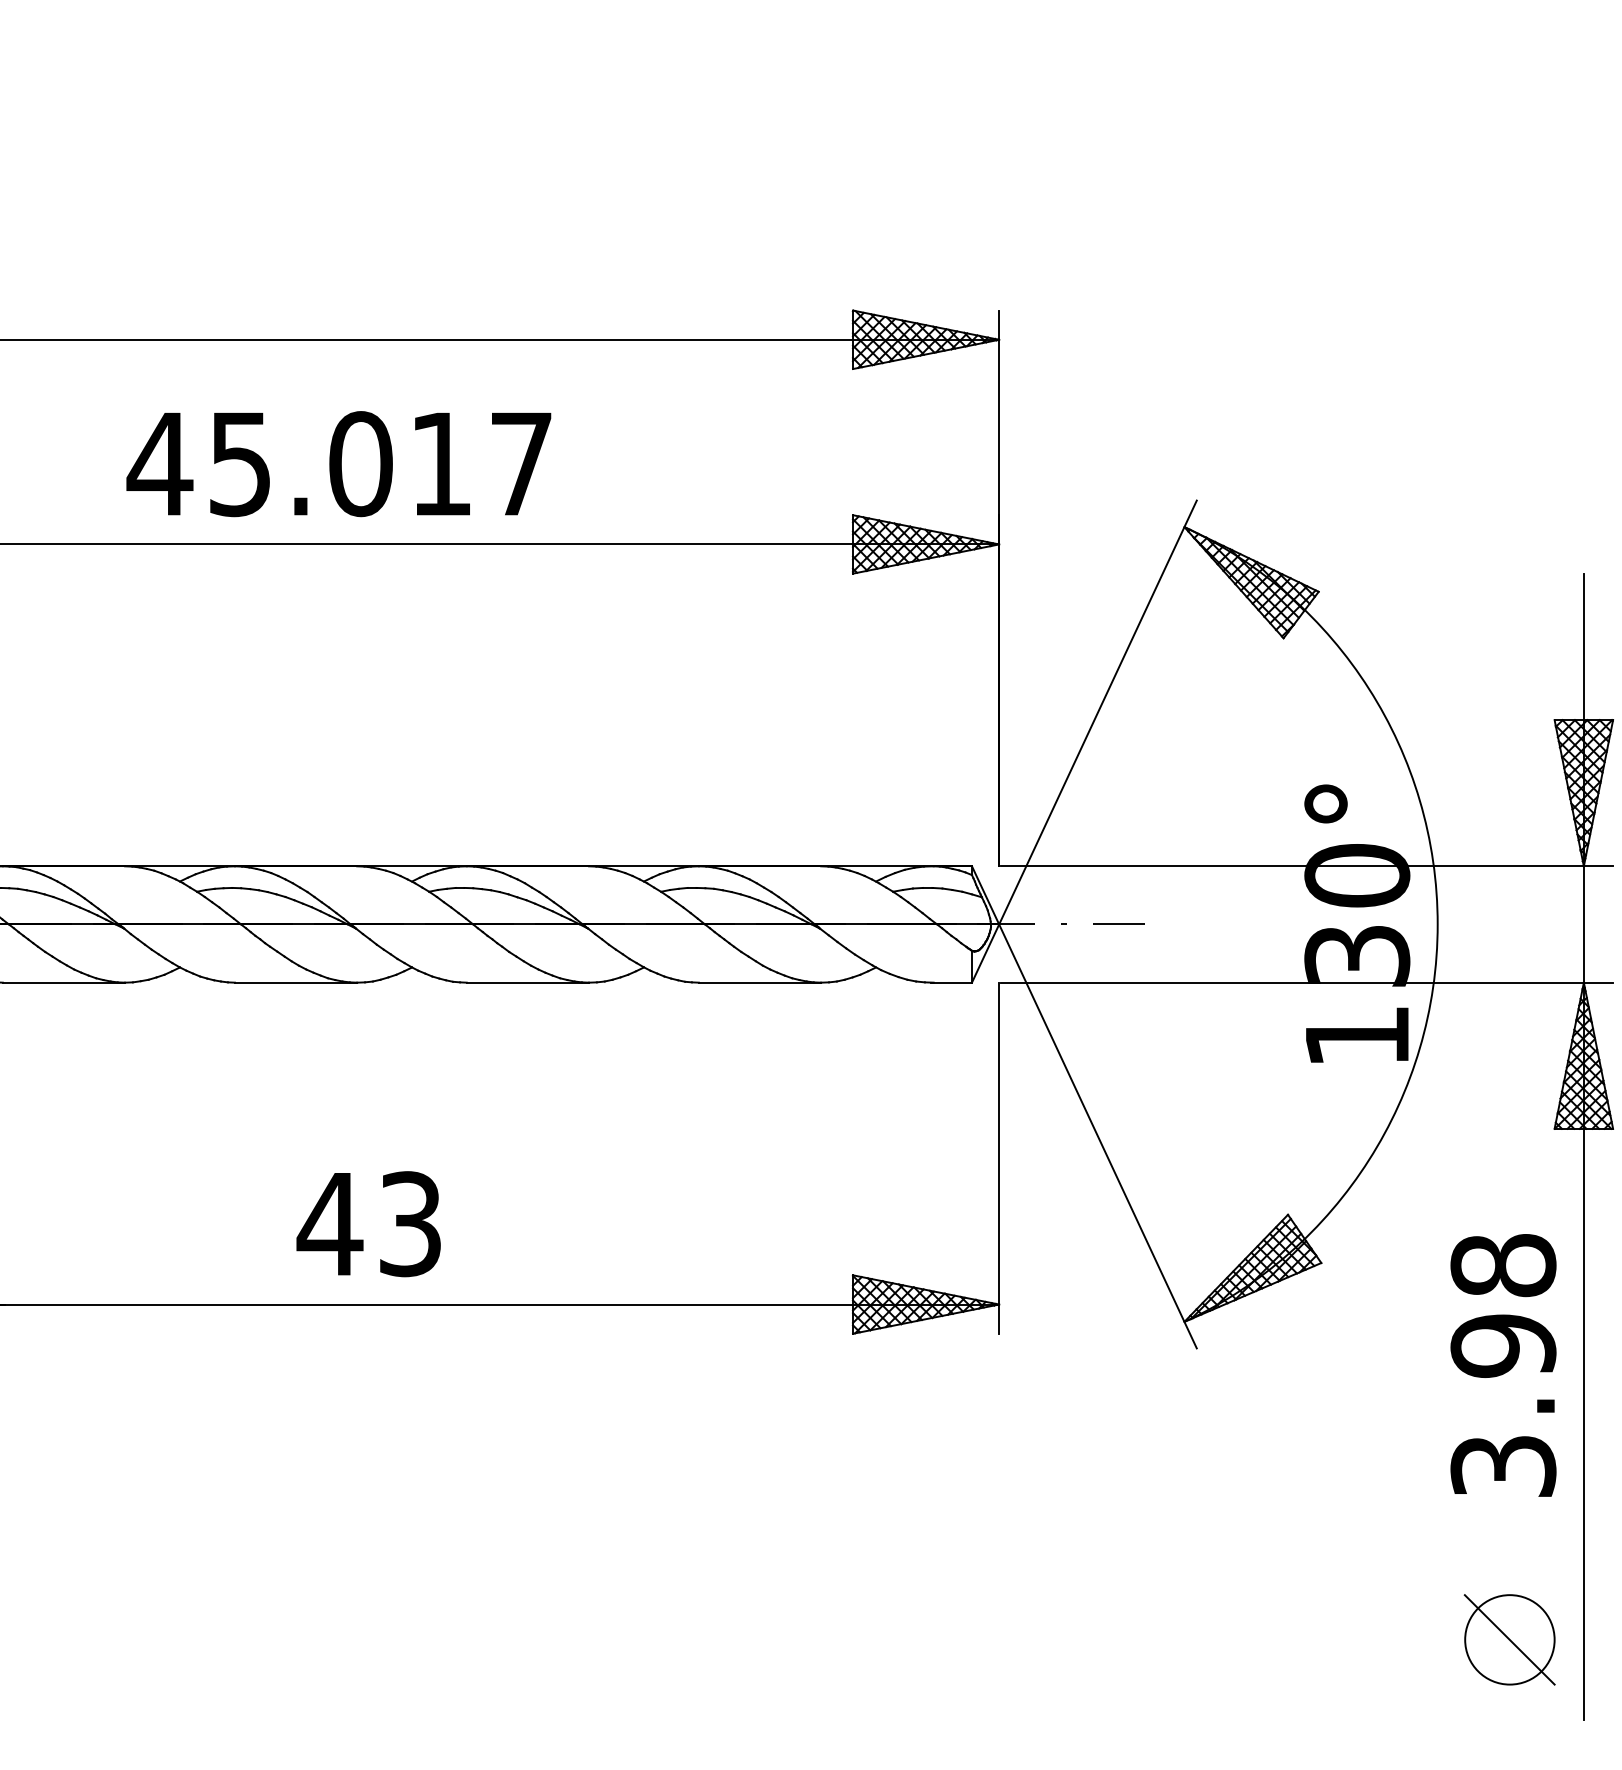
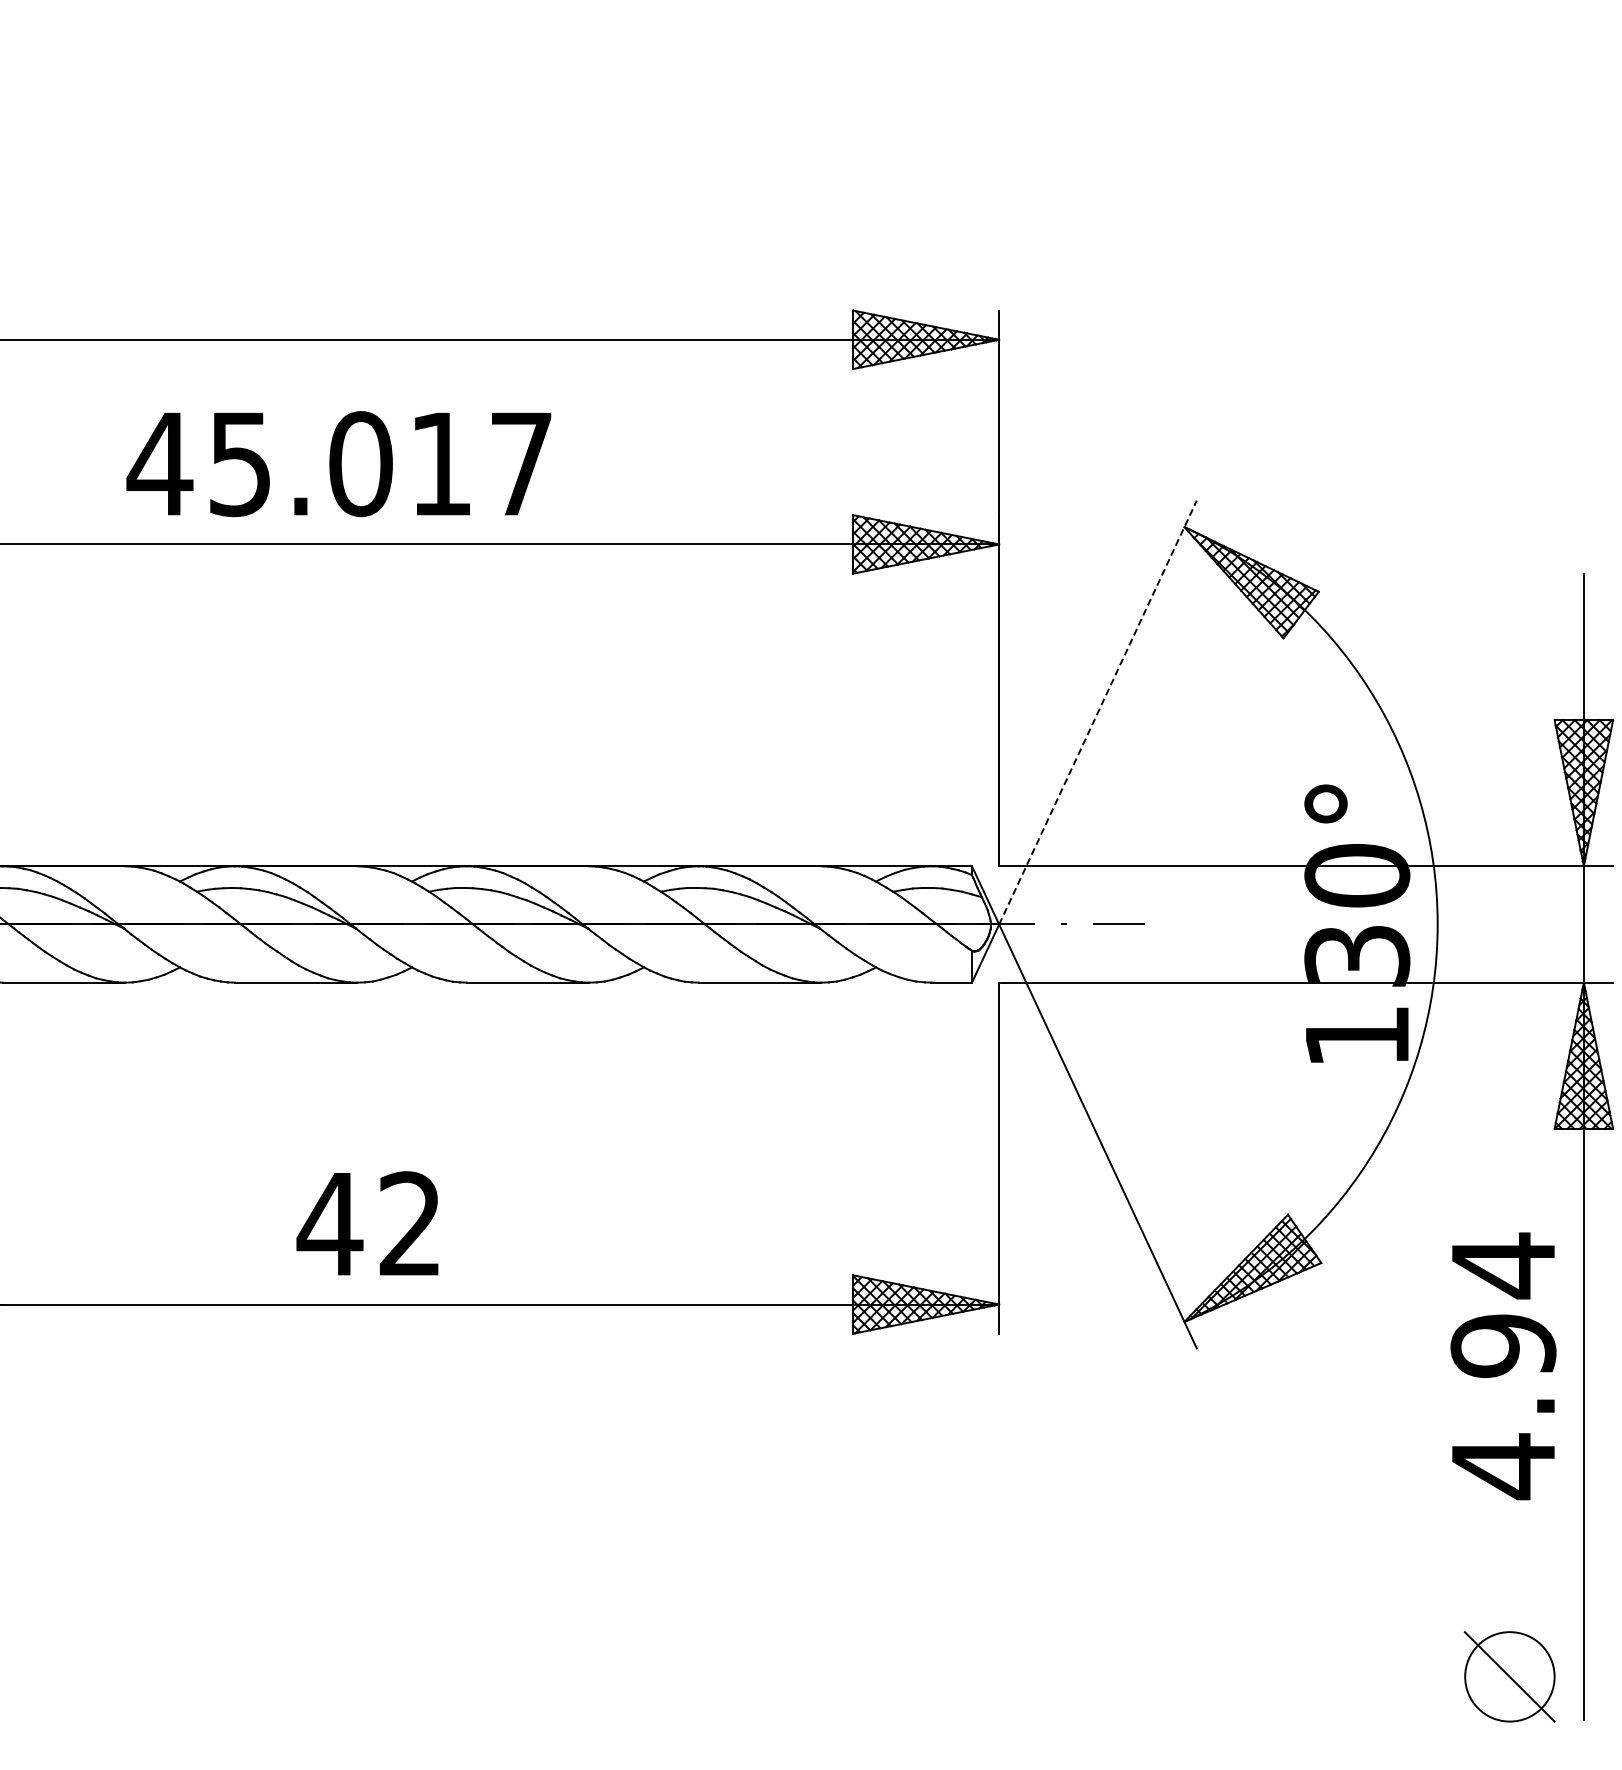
line at (1097, 712): solid -> dashed
text at (409, 1224): 43 -> 42
text at (1503, 1366): 3.98 -> 4.94
part at (1509, 1639) position: (1509, 1639) -> (1509, 1676)
